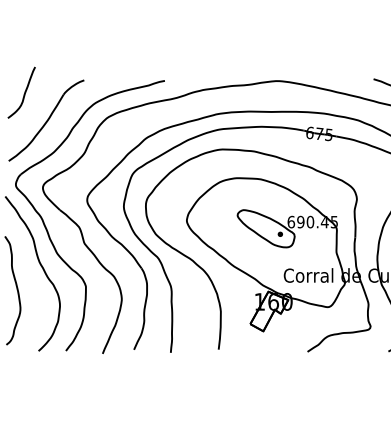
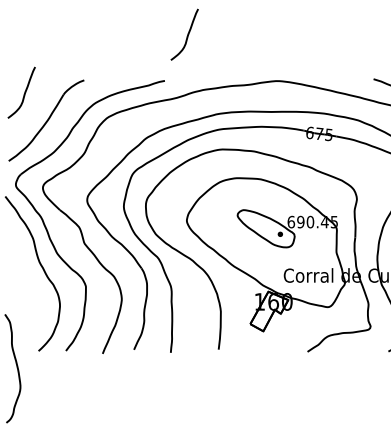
curve at (186, 36): none -> present
curve at (16, 289) position: (16, 289) -> (16, 367)
